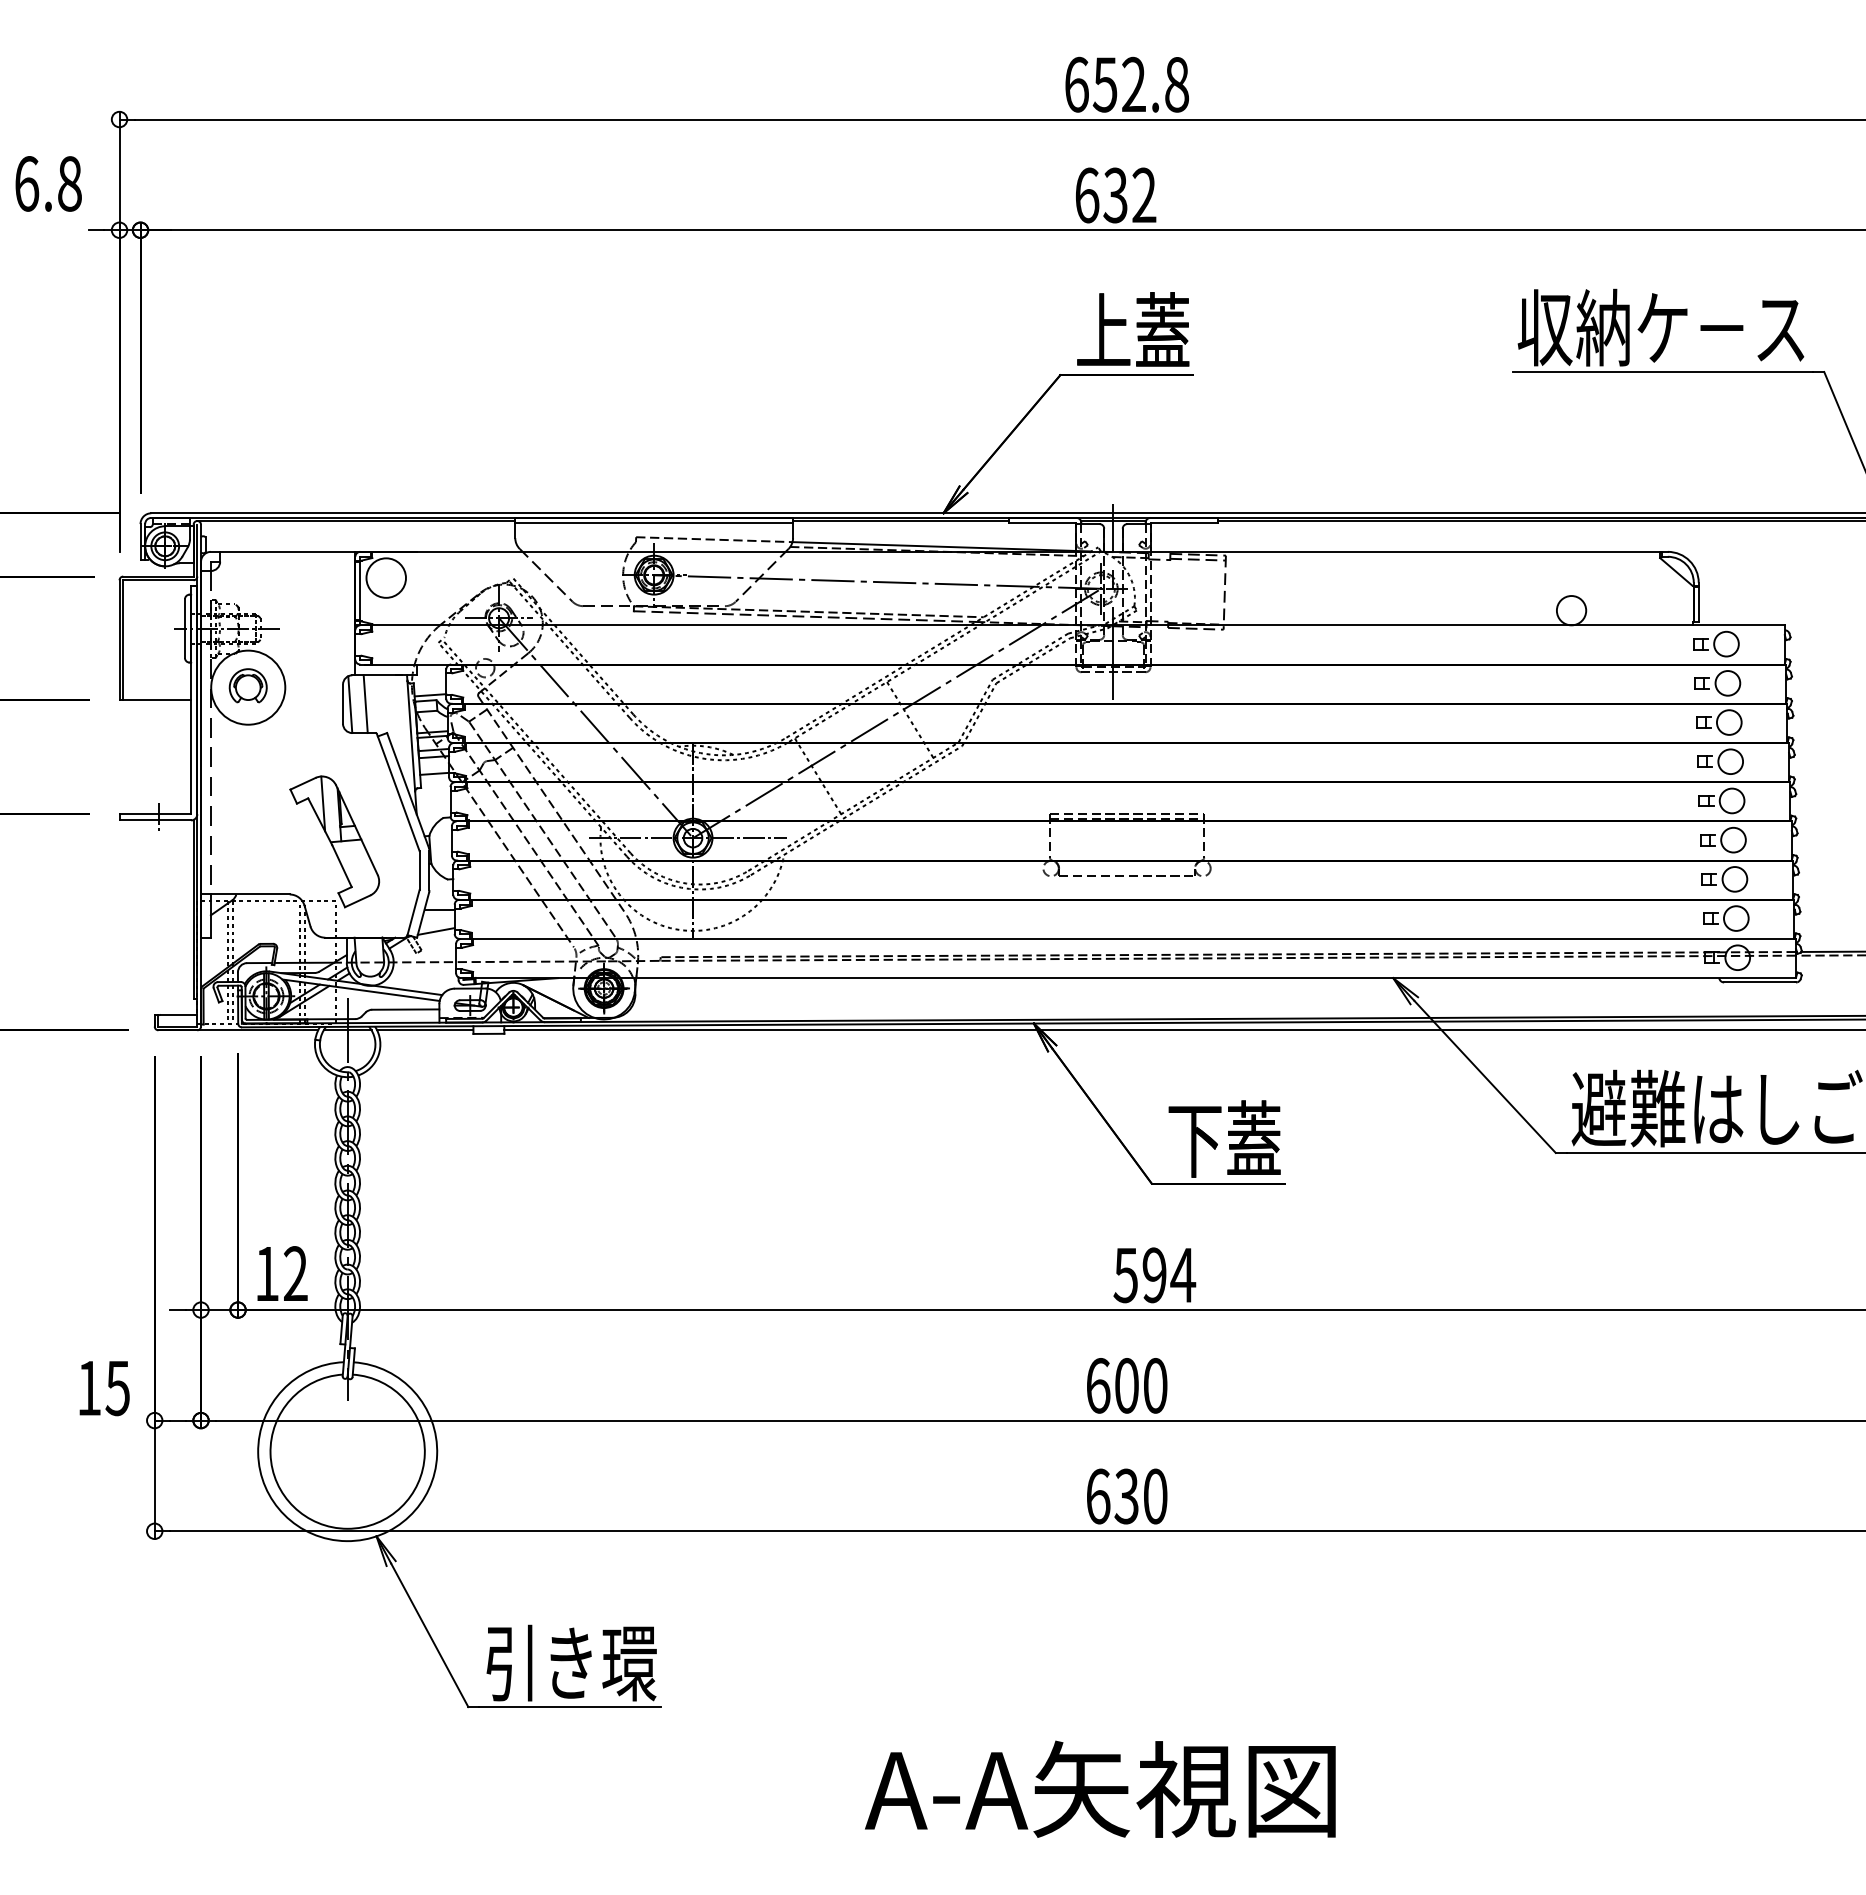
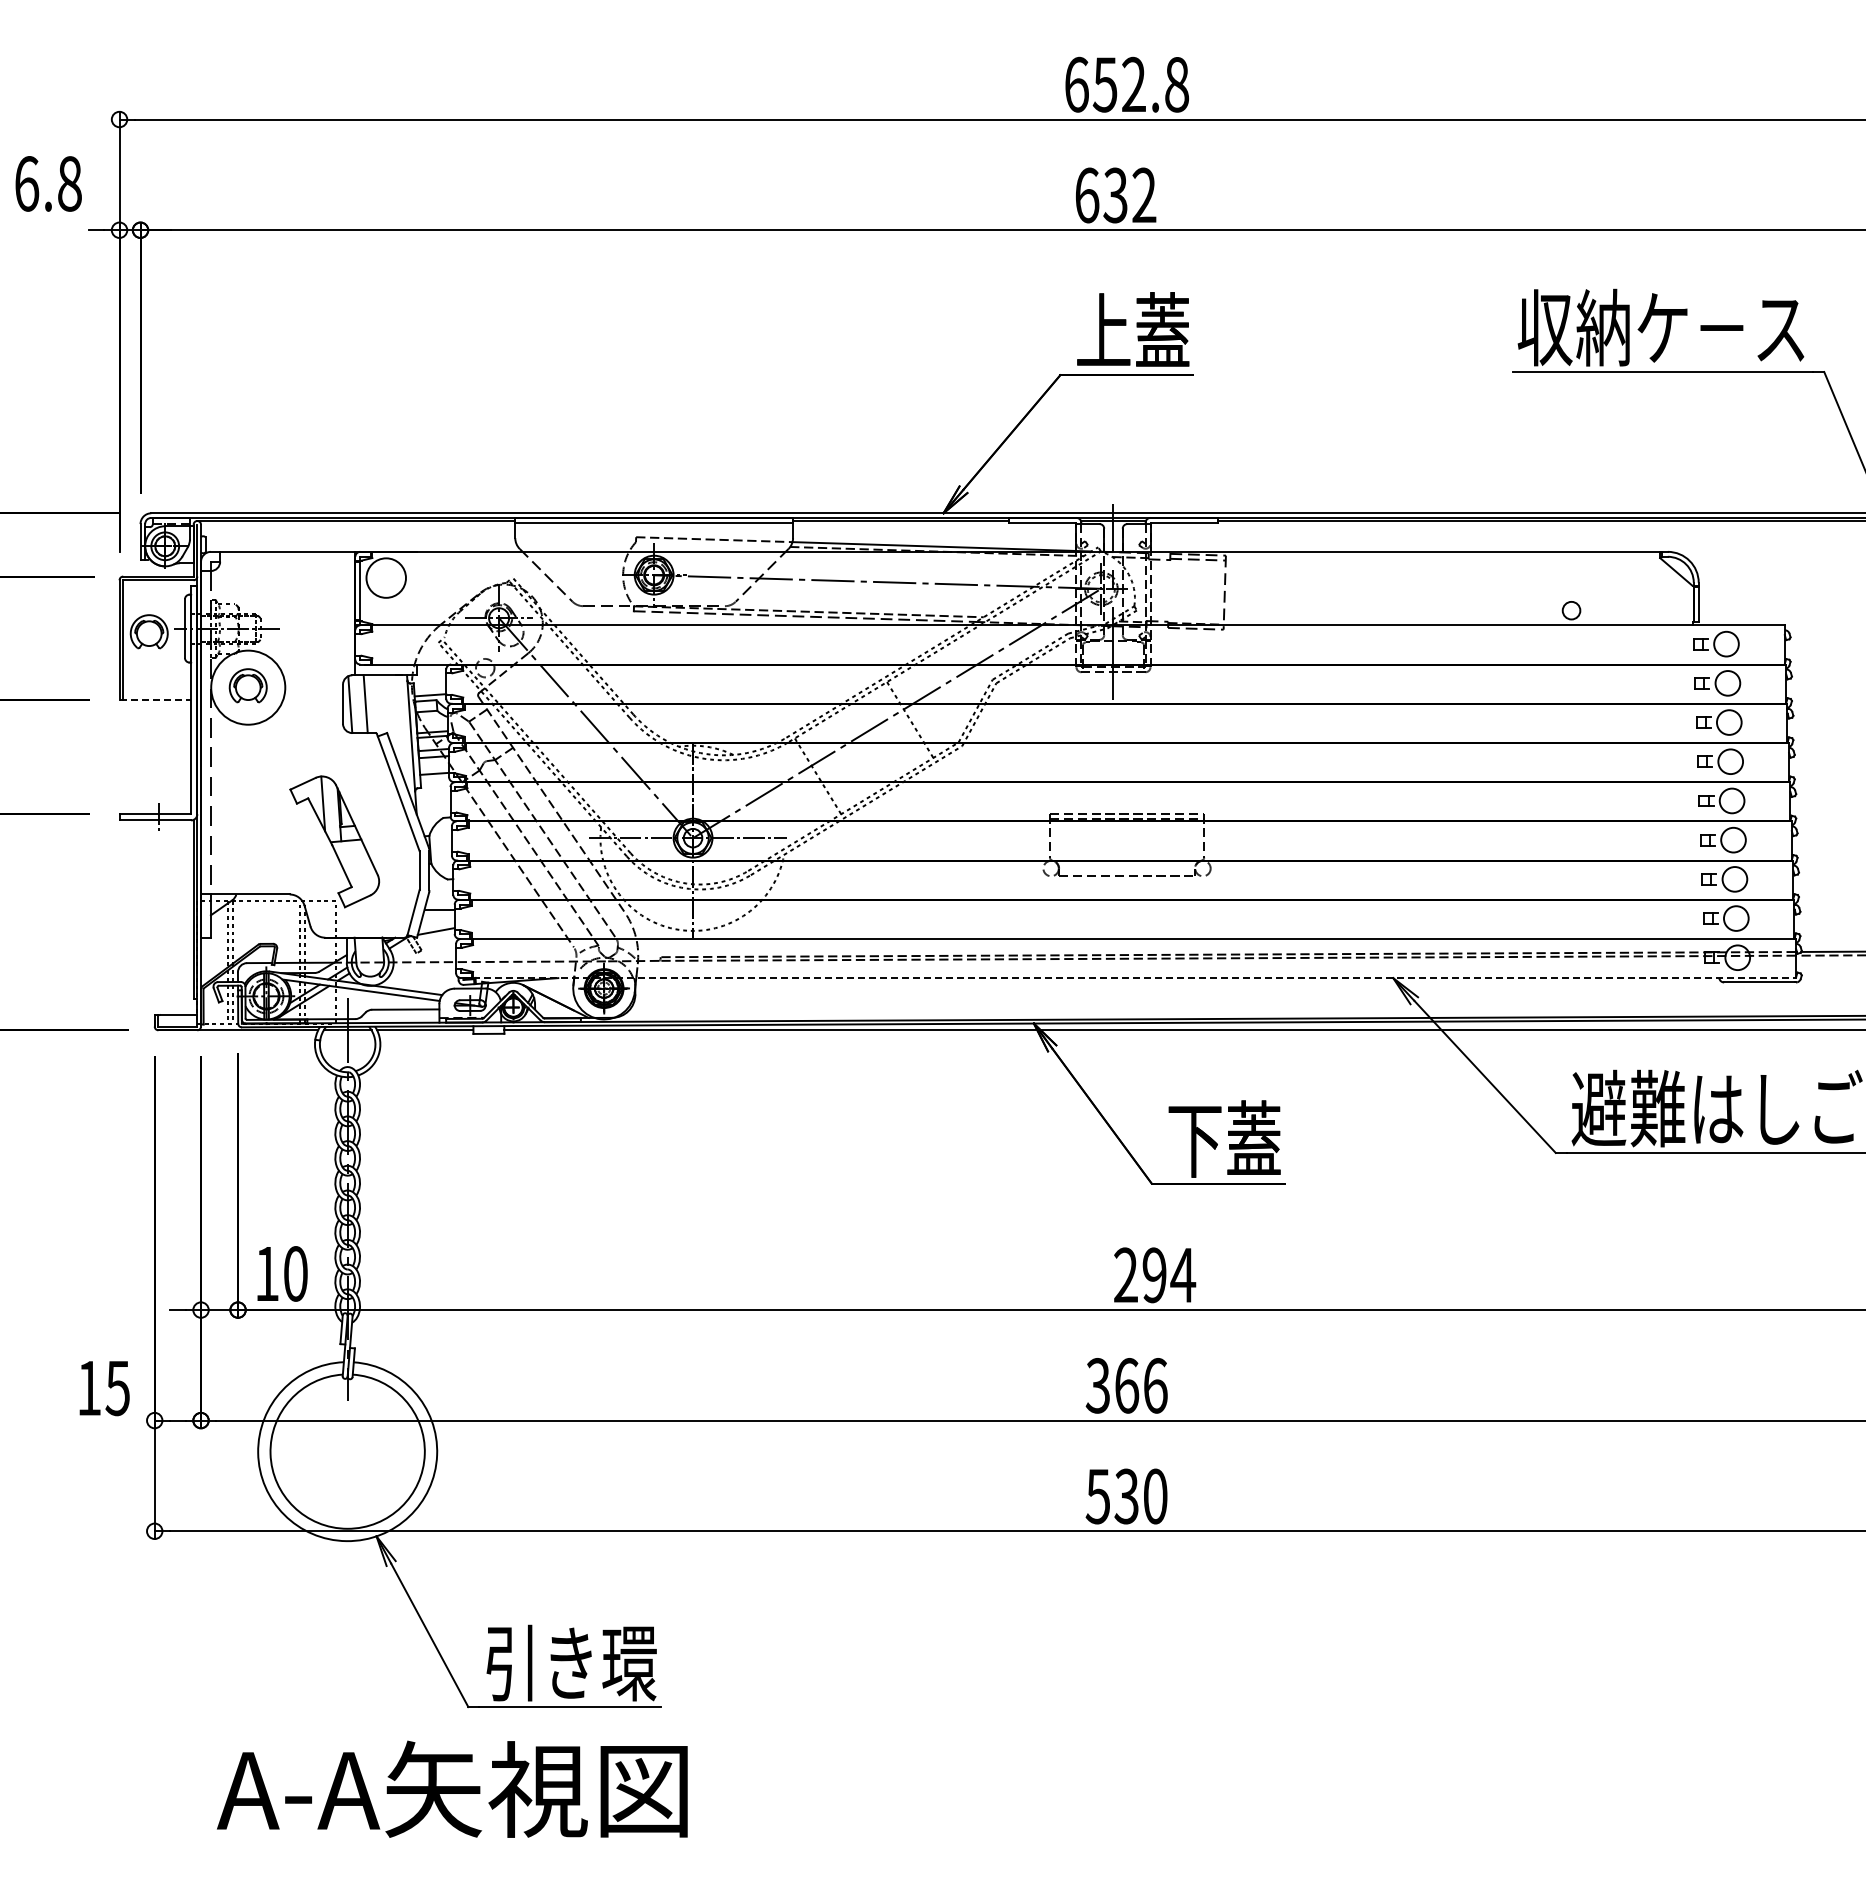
circle at (1571, 610) diameter: 29 px -> 18 px
part at (148, 631): none -> present
line at (155, 700): solid -> dashed
line at (1134, 978): solid -> dashed
text at (295, 1273): 12 -> 10
text at (1125, 1275): 594 -> 294
text at (1126, 1385): 600 -> 366
text at (1097, 1496): 630 -> 530
text at (1100, 1788) position: (1100, 1788) -> (452, 1788)
